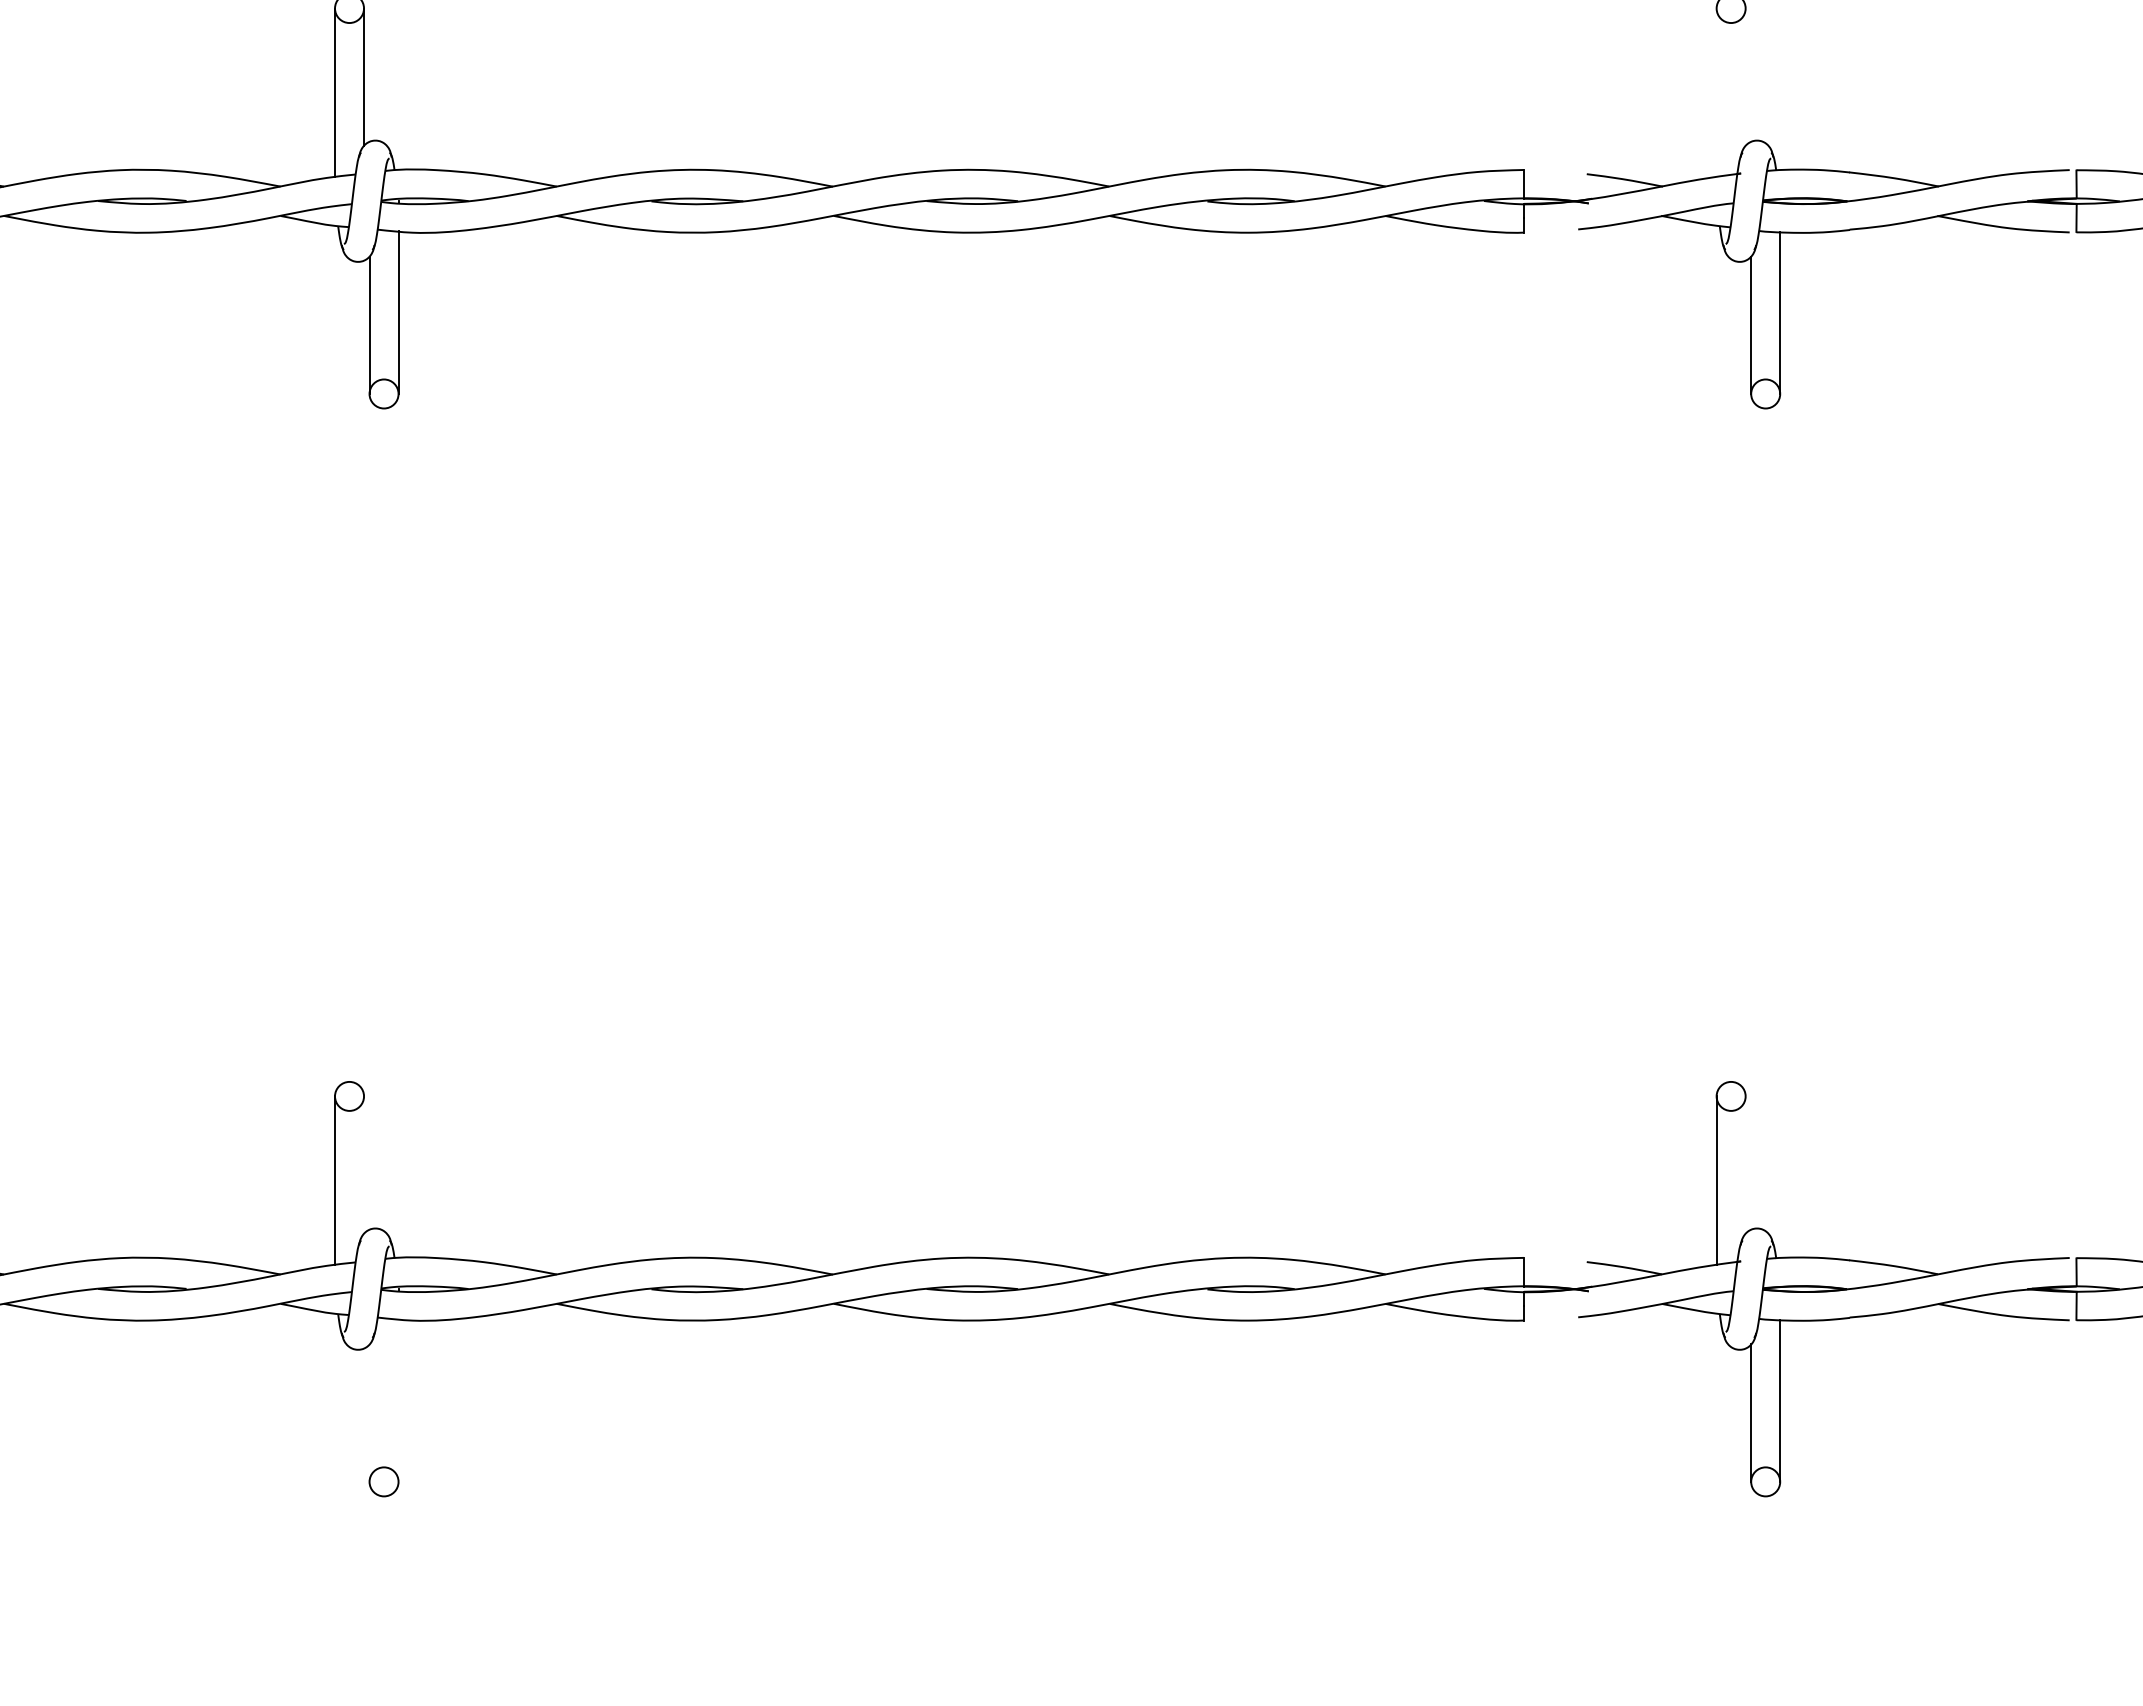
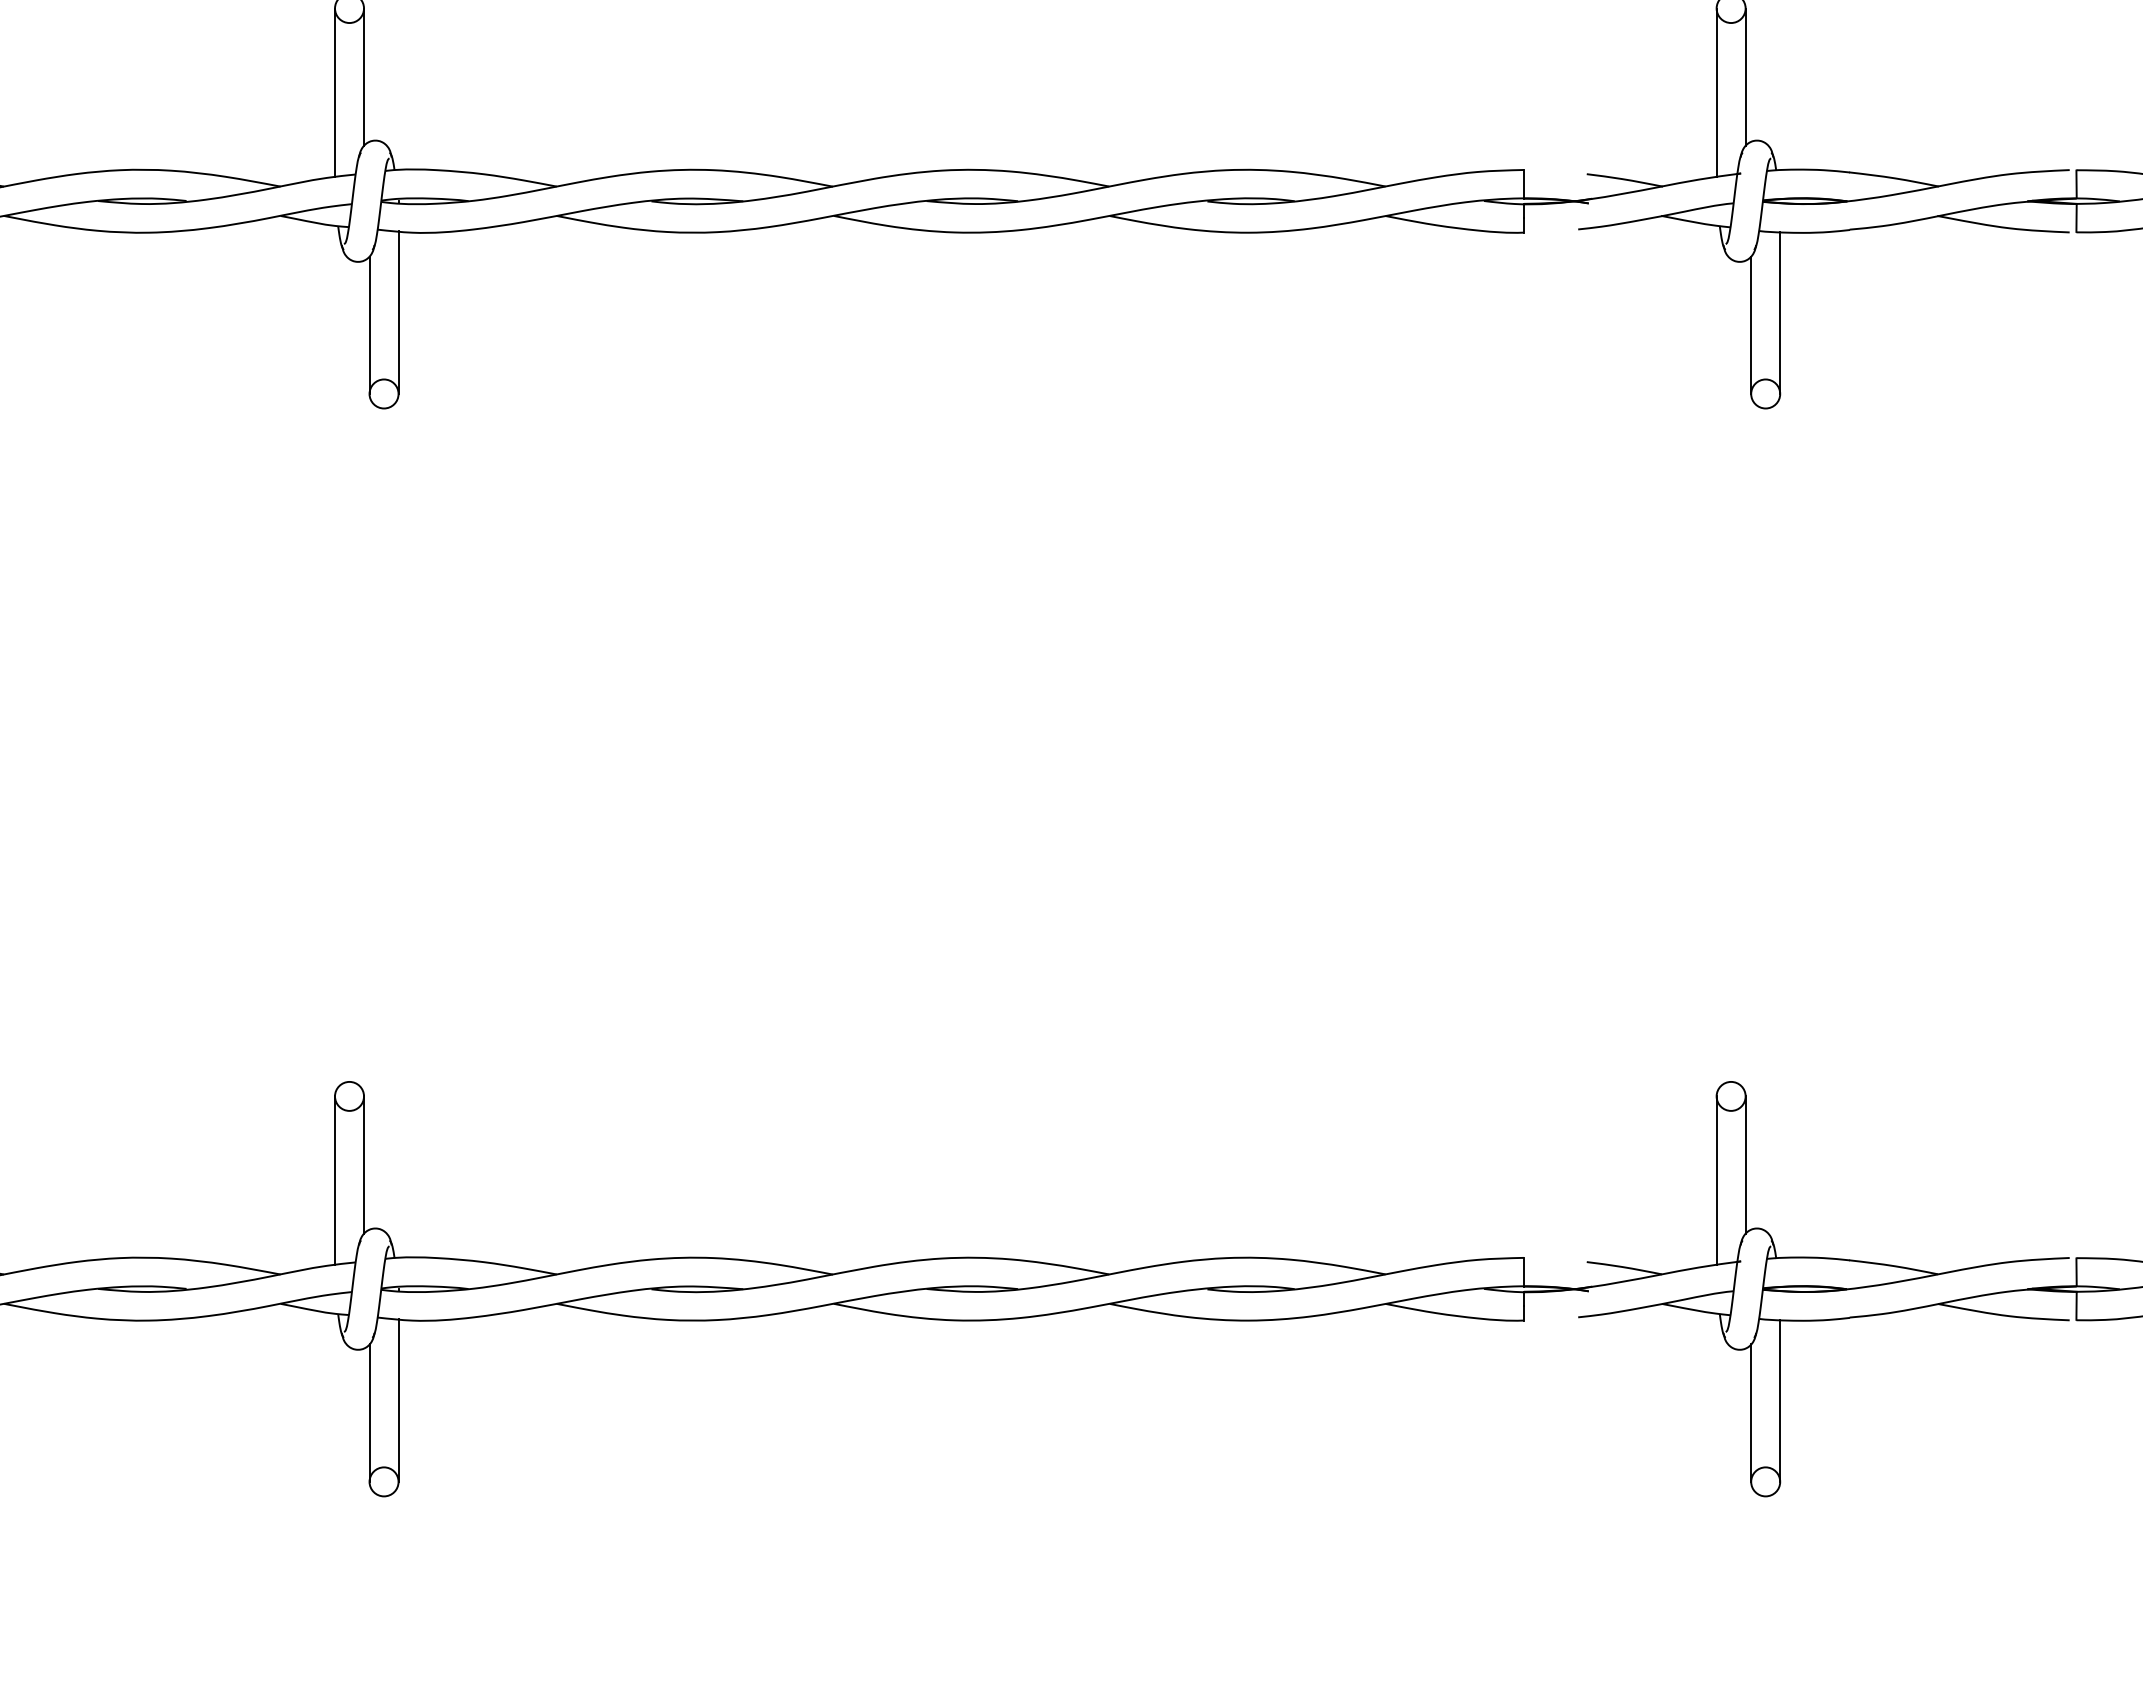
line at (1745, 76): none -> present
line at (1716, 92): none -> present
line at (364, 1164): none -> present
line at (1745, 1164): none -> present
line at (398, 1400): none -> present
line at (369, 1412): none -> present
